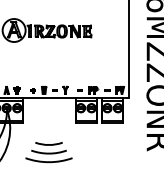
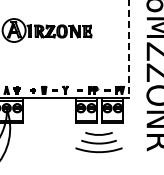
line at (128, 48): solid -> dashed
part at (48, 152) position: (48, 152) -> (98, 142)
